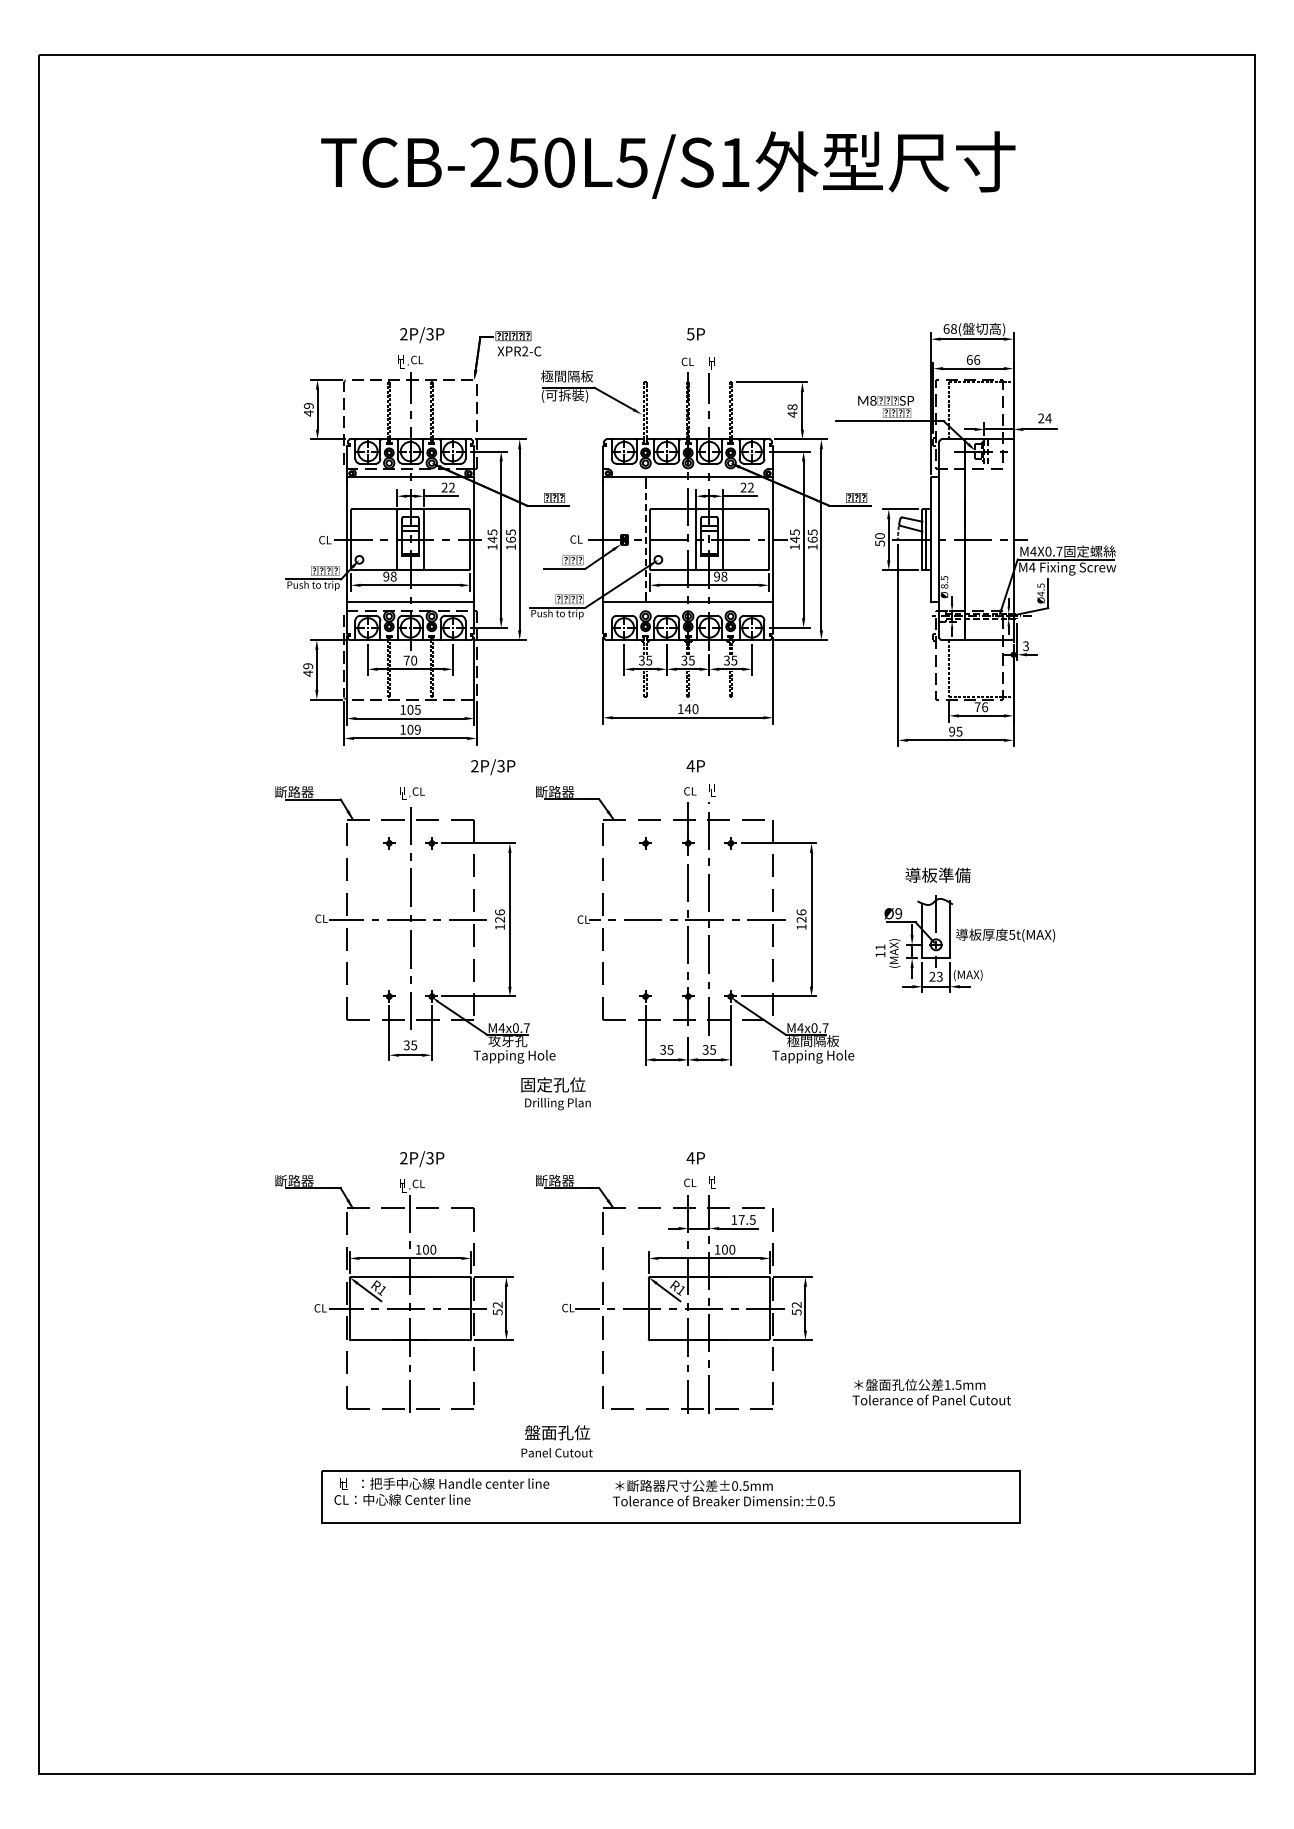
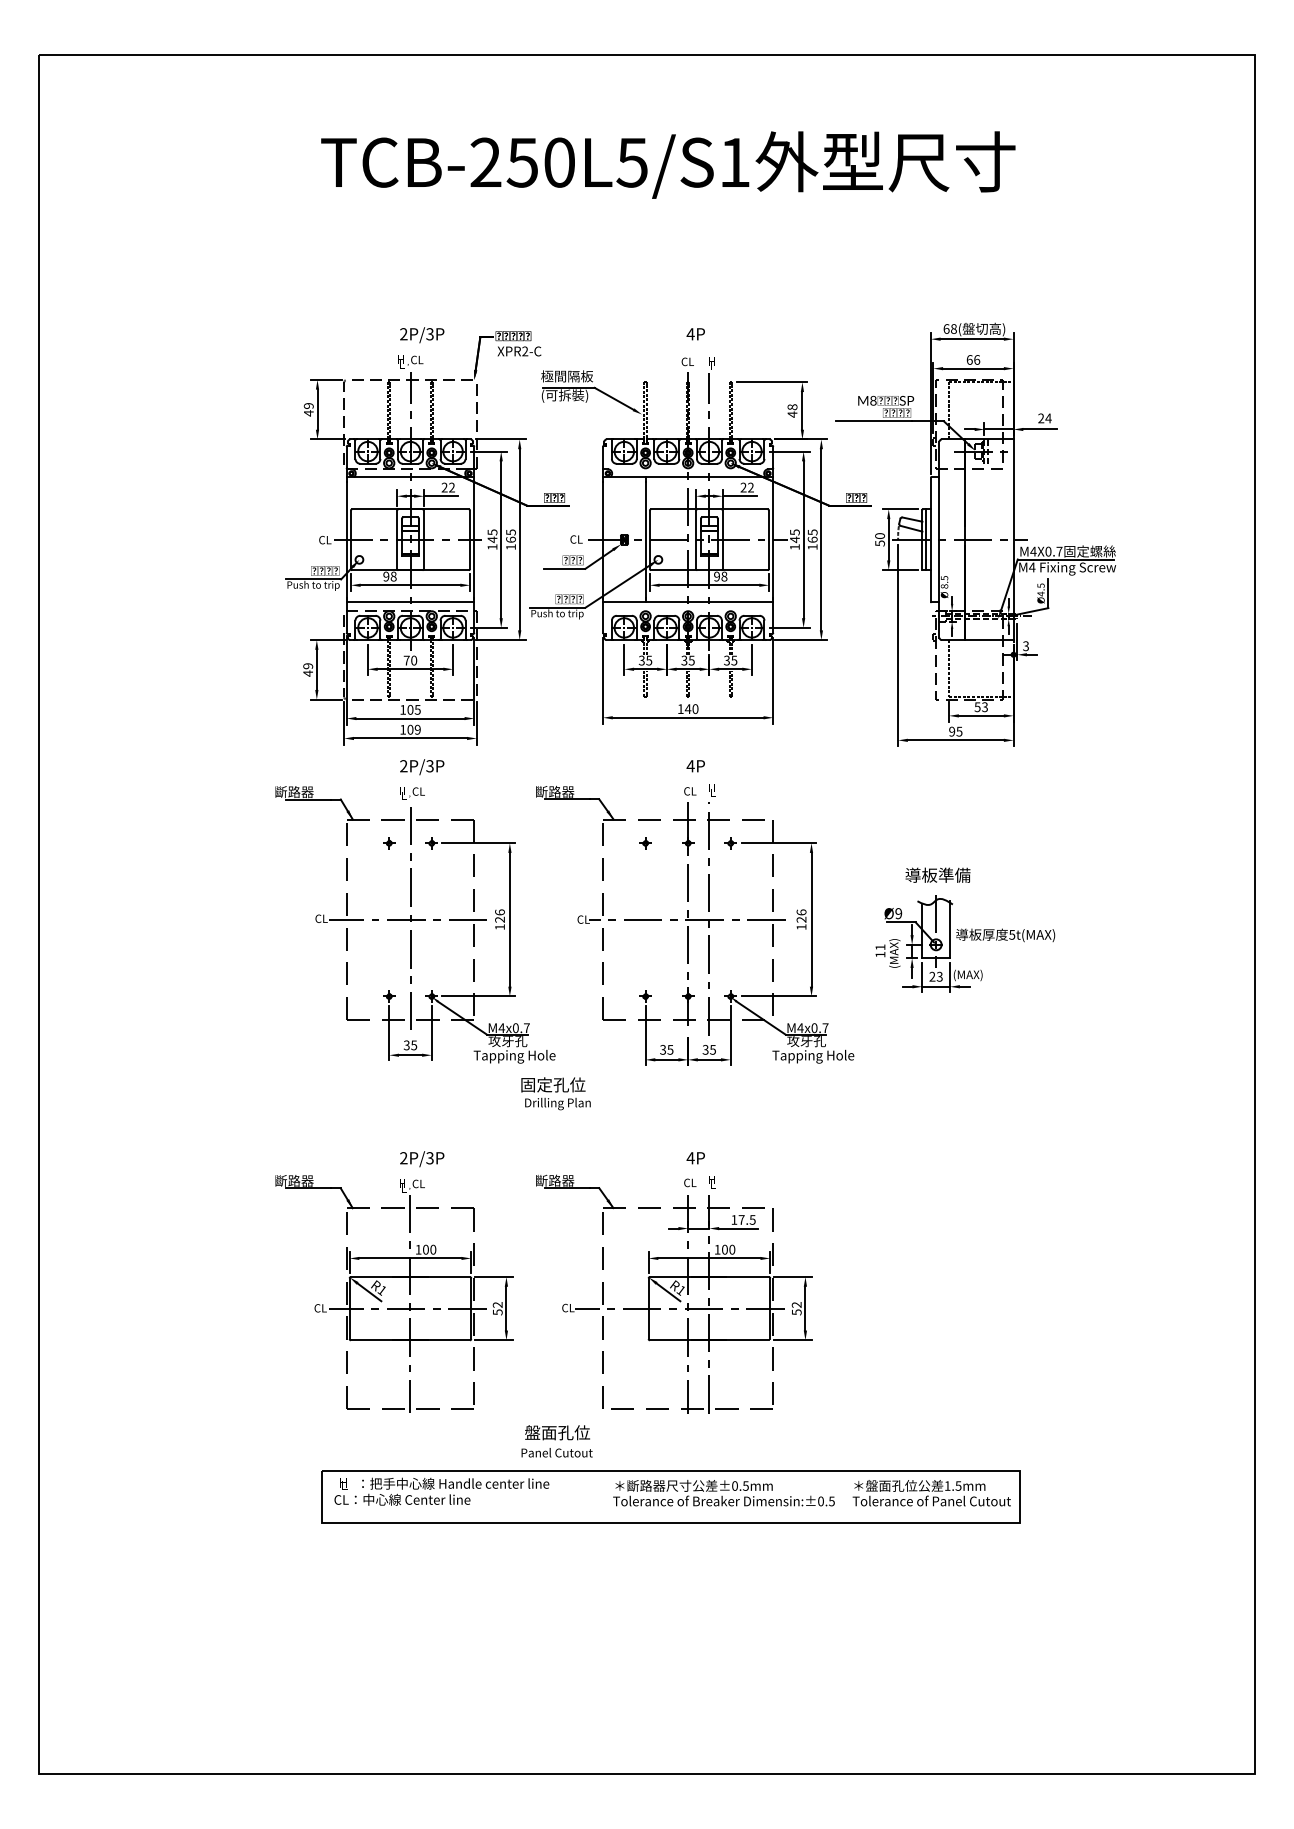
text at (690, 334): 5P -> 4P
line at (645, 539): dashed -> solid
text at (981, 707): 76 -> 53
text at (493, 767) position: (493, 767) -> (422, 767)
text at (813, 1041): 極間隔板 -> 攻牙孔
text at (931, 1392) position: (931, 1392) -> (931, 1493)
